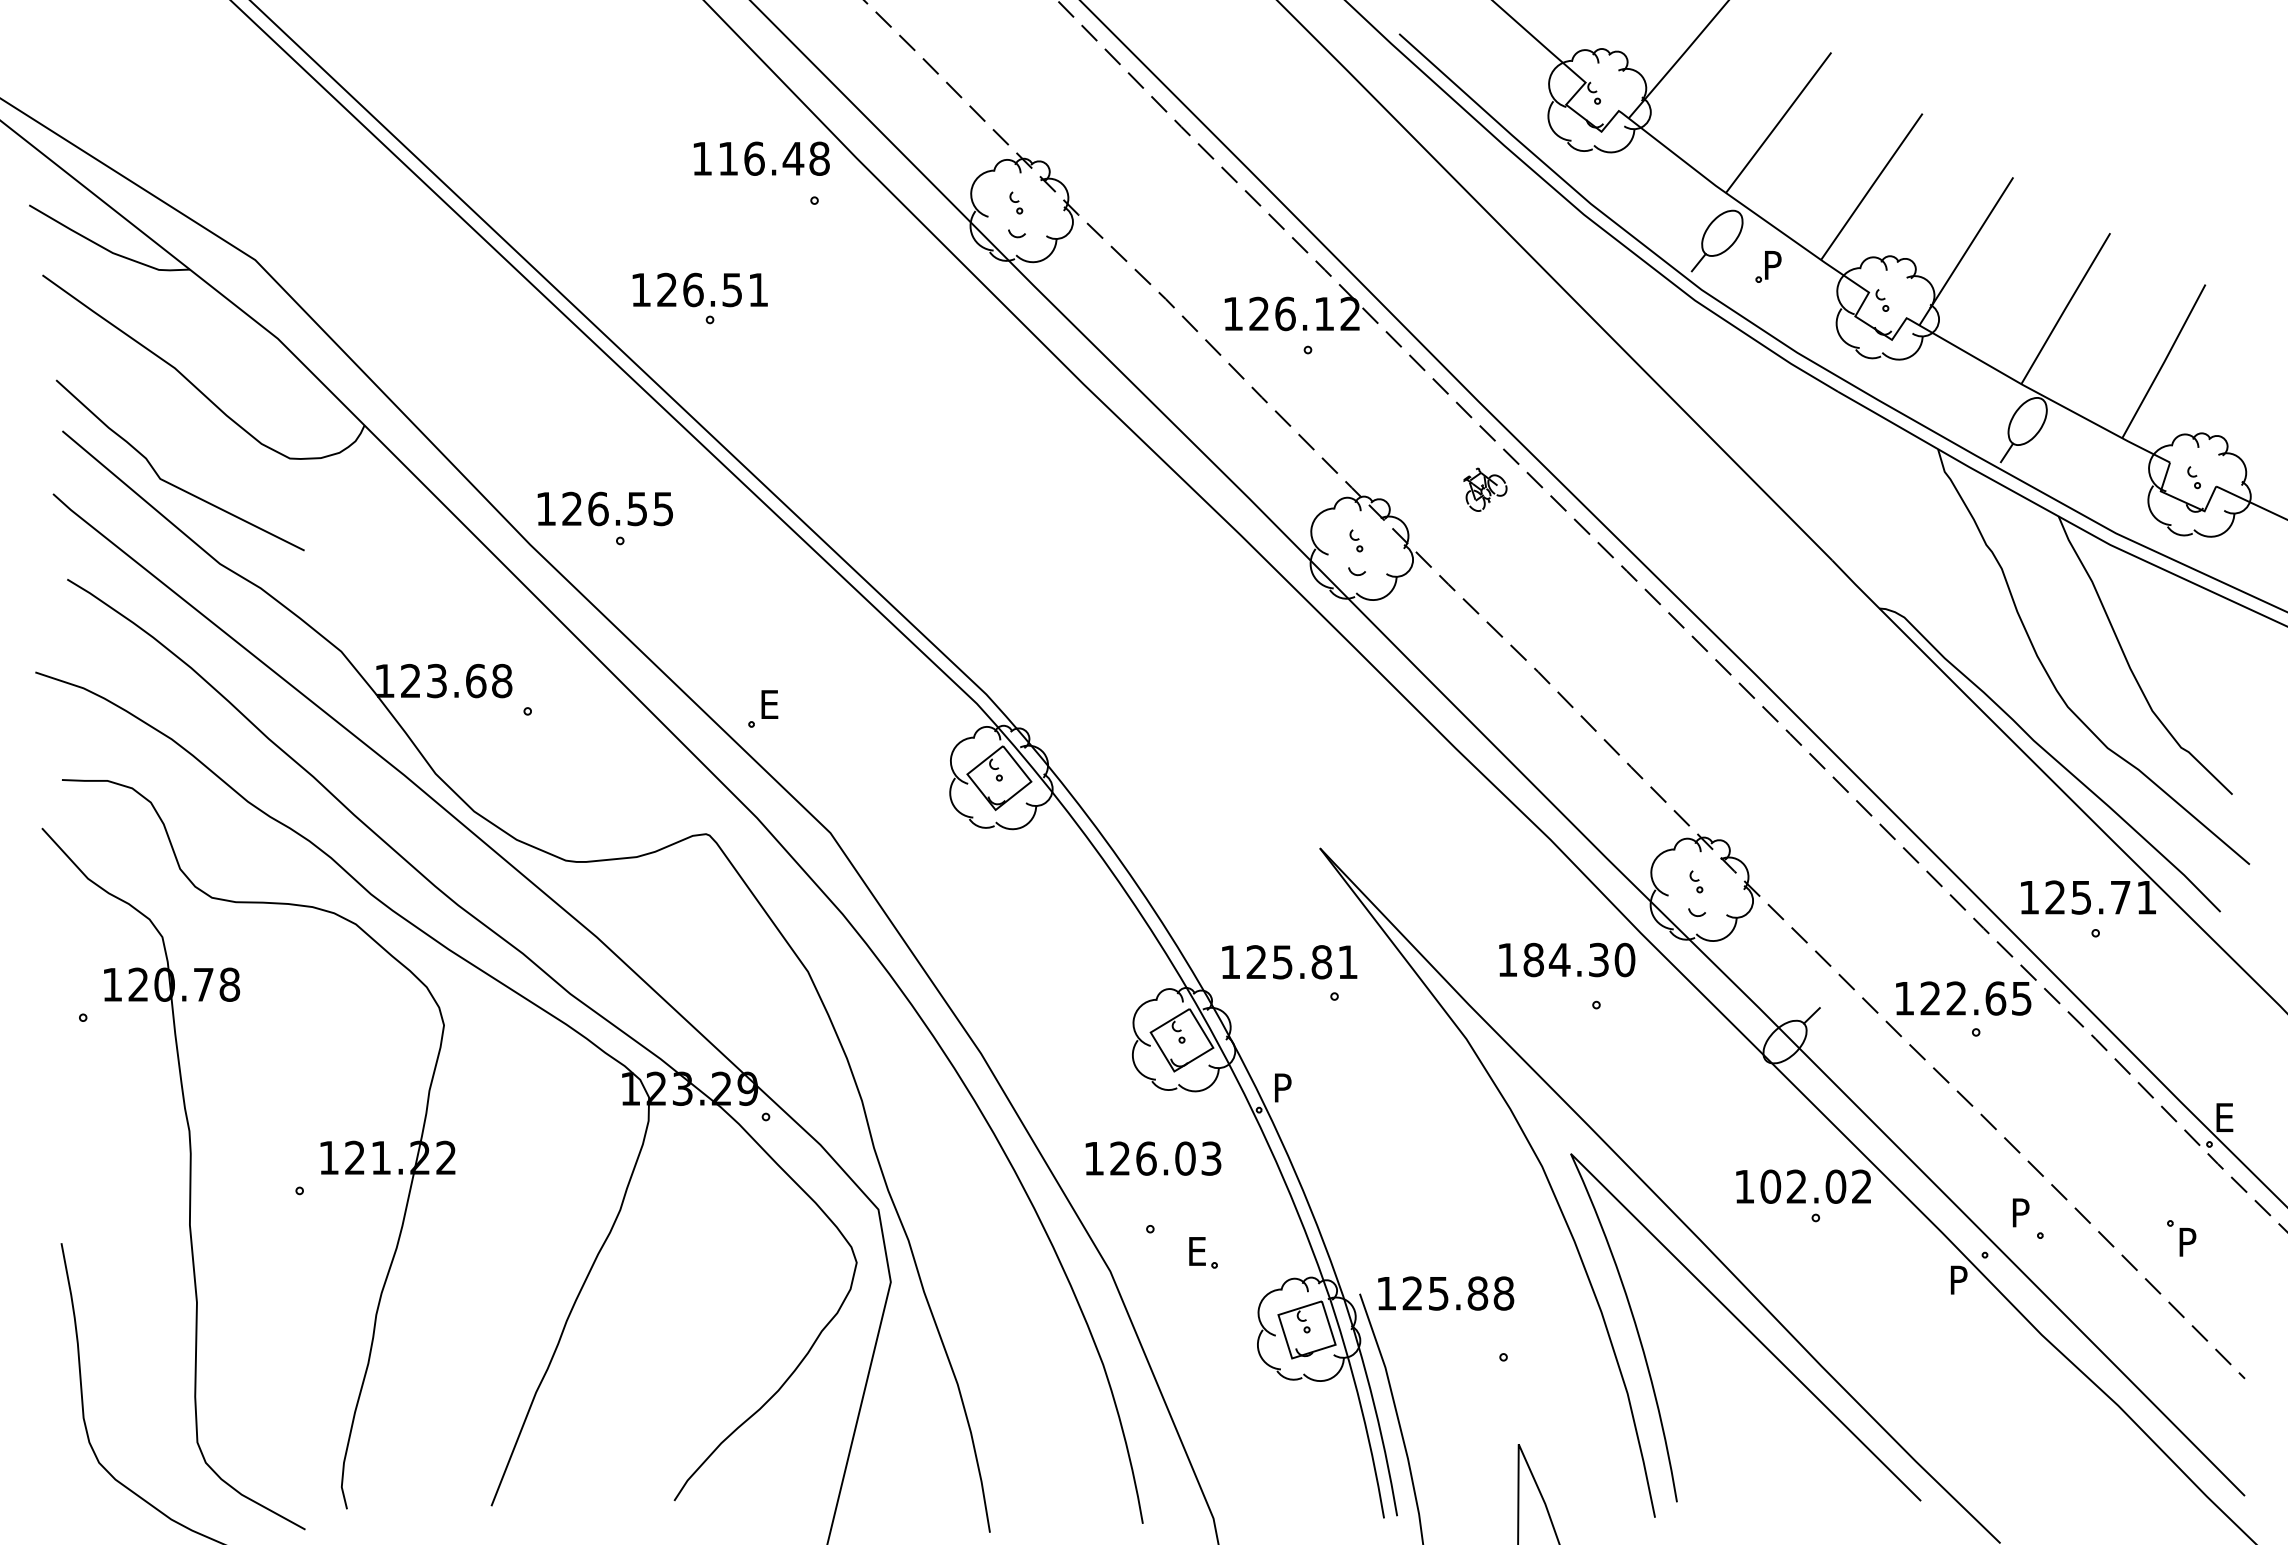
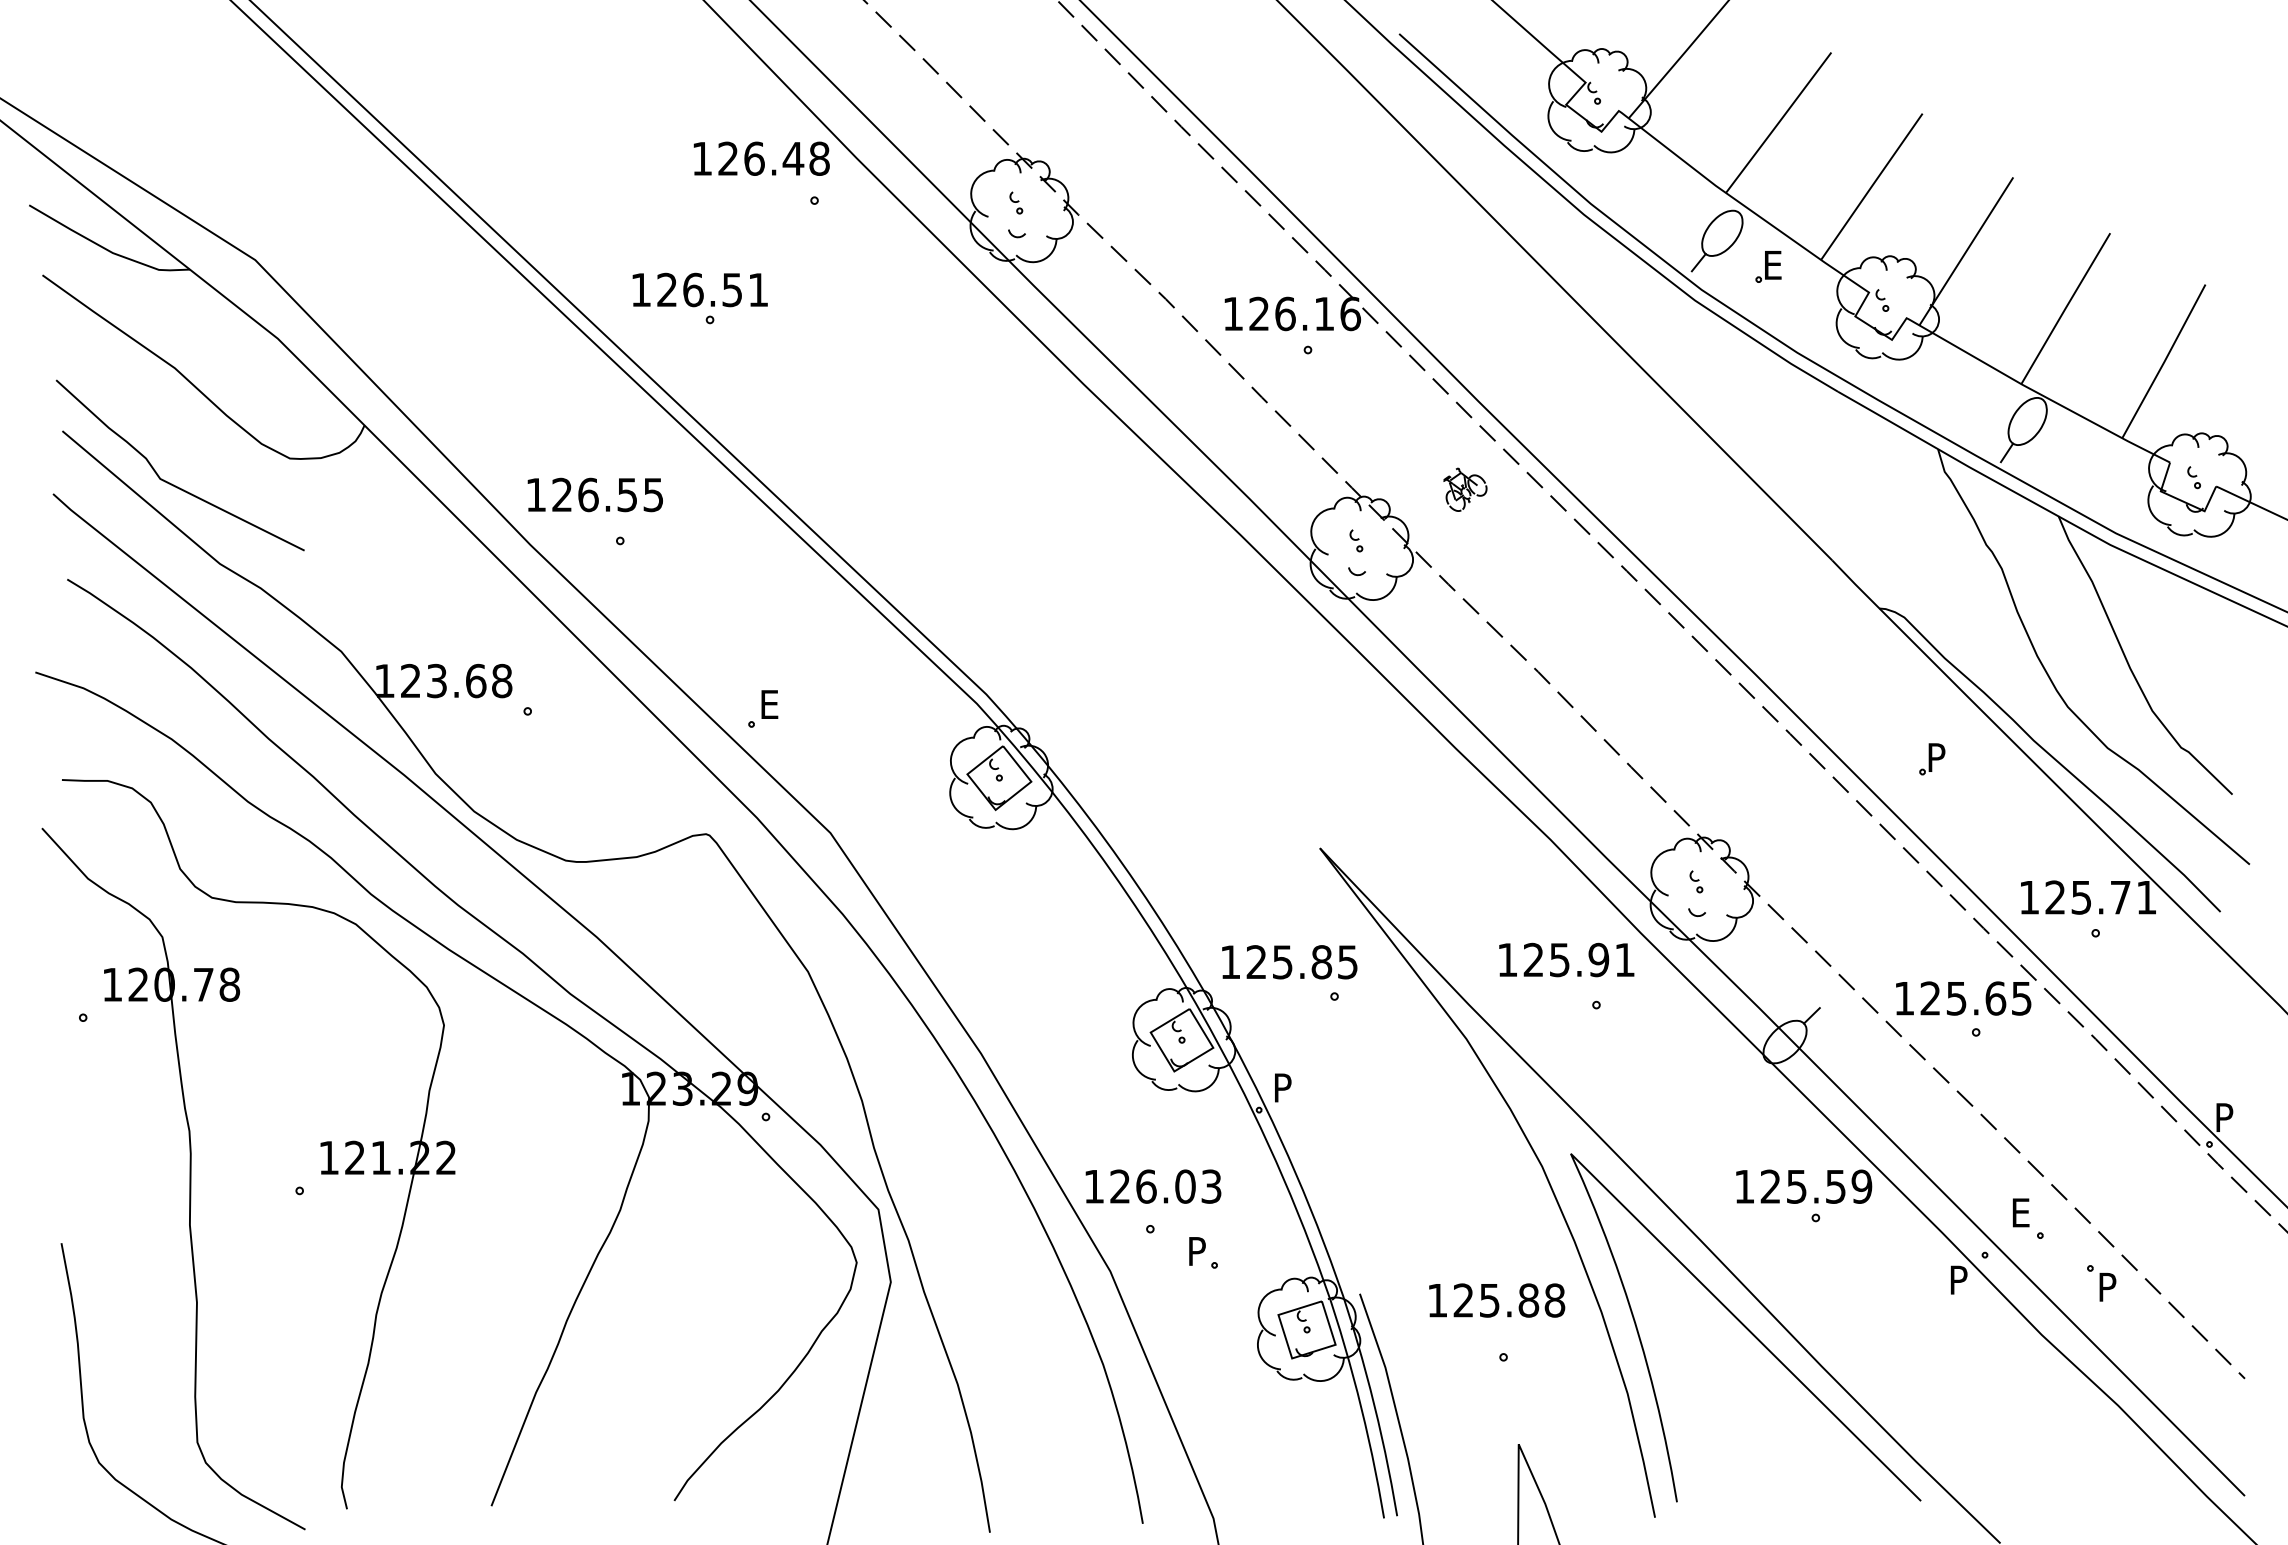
text at (727, 158): 116.48 -> 126.48
text at (1774, 265): P -> E
text at (1350, 313): 126.12 -> 126.16
part at (1485, 489) position: (1485, 489) -> (1465, 489)
text at (604, 508) position: (604, 508) -> (594, 494)
part at (1932, 759): none -> present
text at (1579, 959): 184.30 -> 125.91
text at (1347, 962): 125.81 -> 125.85
text at (1956, 998): 122.65 -> 125.65
text at (2226, 1117): E -> P
text at (1153, 1158) position: (1153, 1158) -> (1153, 1186)
text at (1816, 1186): 102.02 -> 125.59
text at (2022, 1212): P -> E
part at (2181, 1238) position: (2181, 1238) -> (2101, 1283)
text at (1198, 1251): E -> P
text at (1446, 1293) position: (1446, 1293) -> (1497, 1300)
